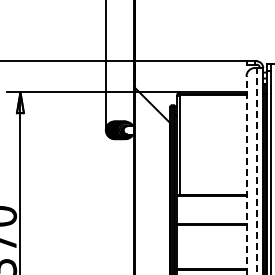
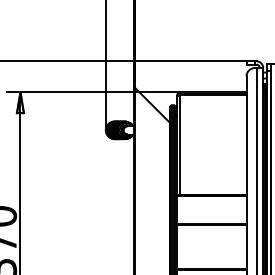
line at (256, 170): dashed -> solid
line at (246, 175): dashed -> solid
